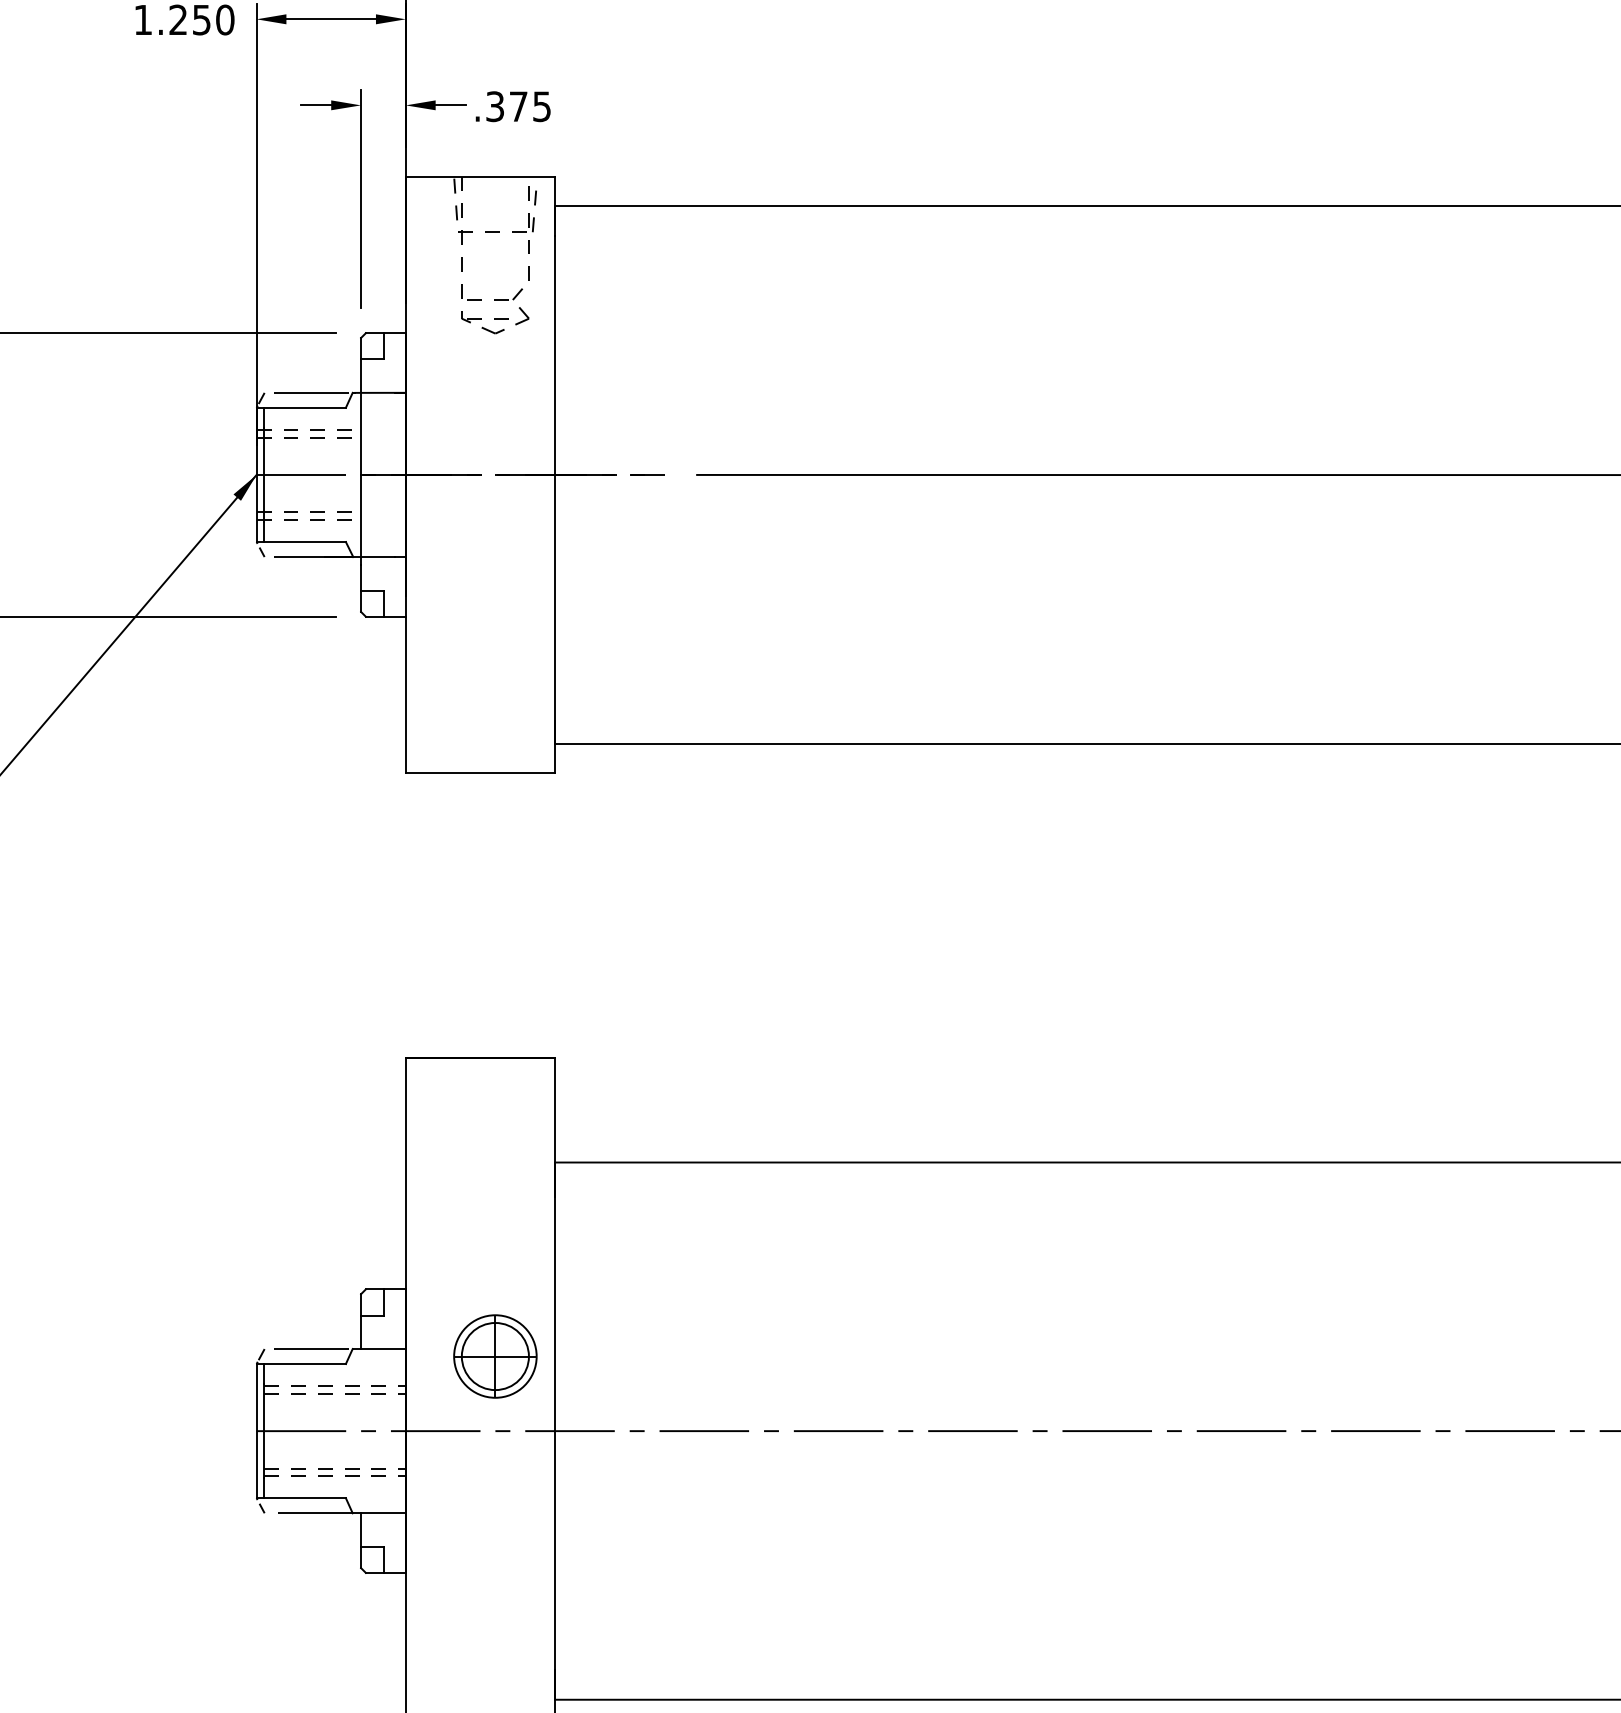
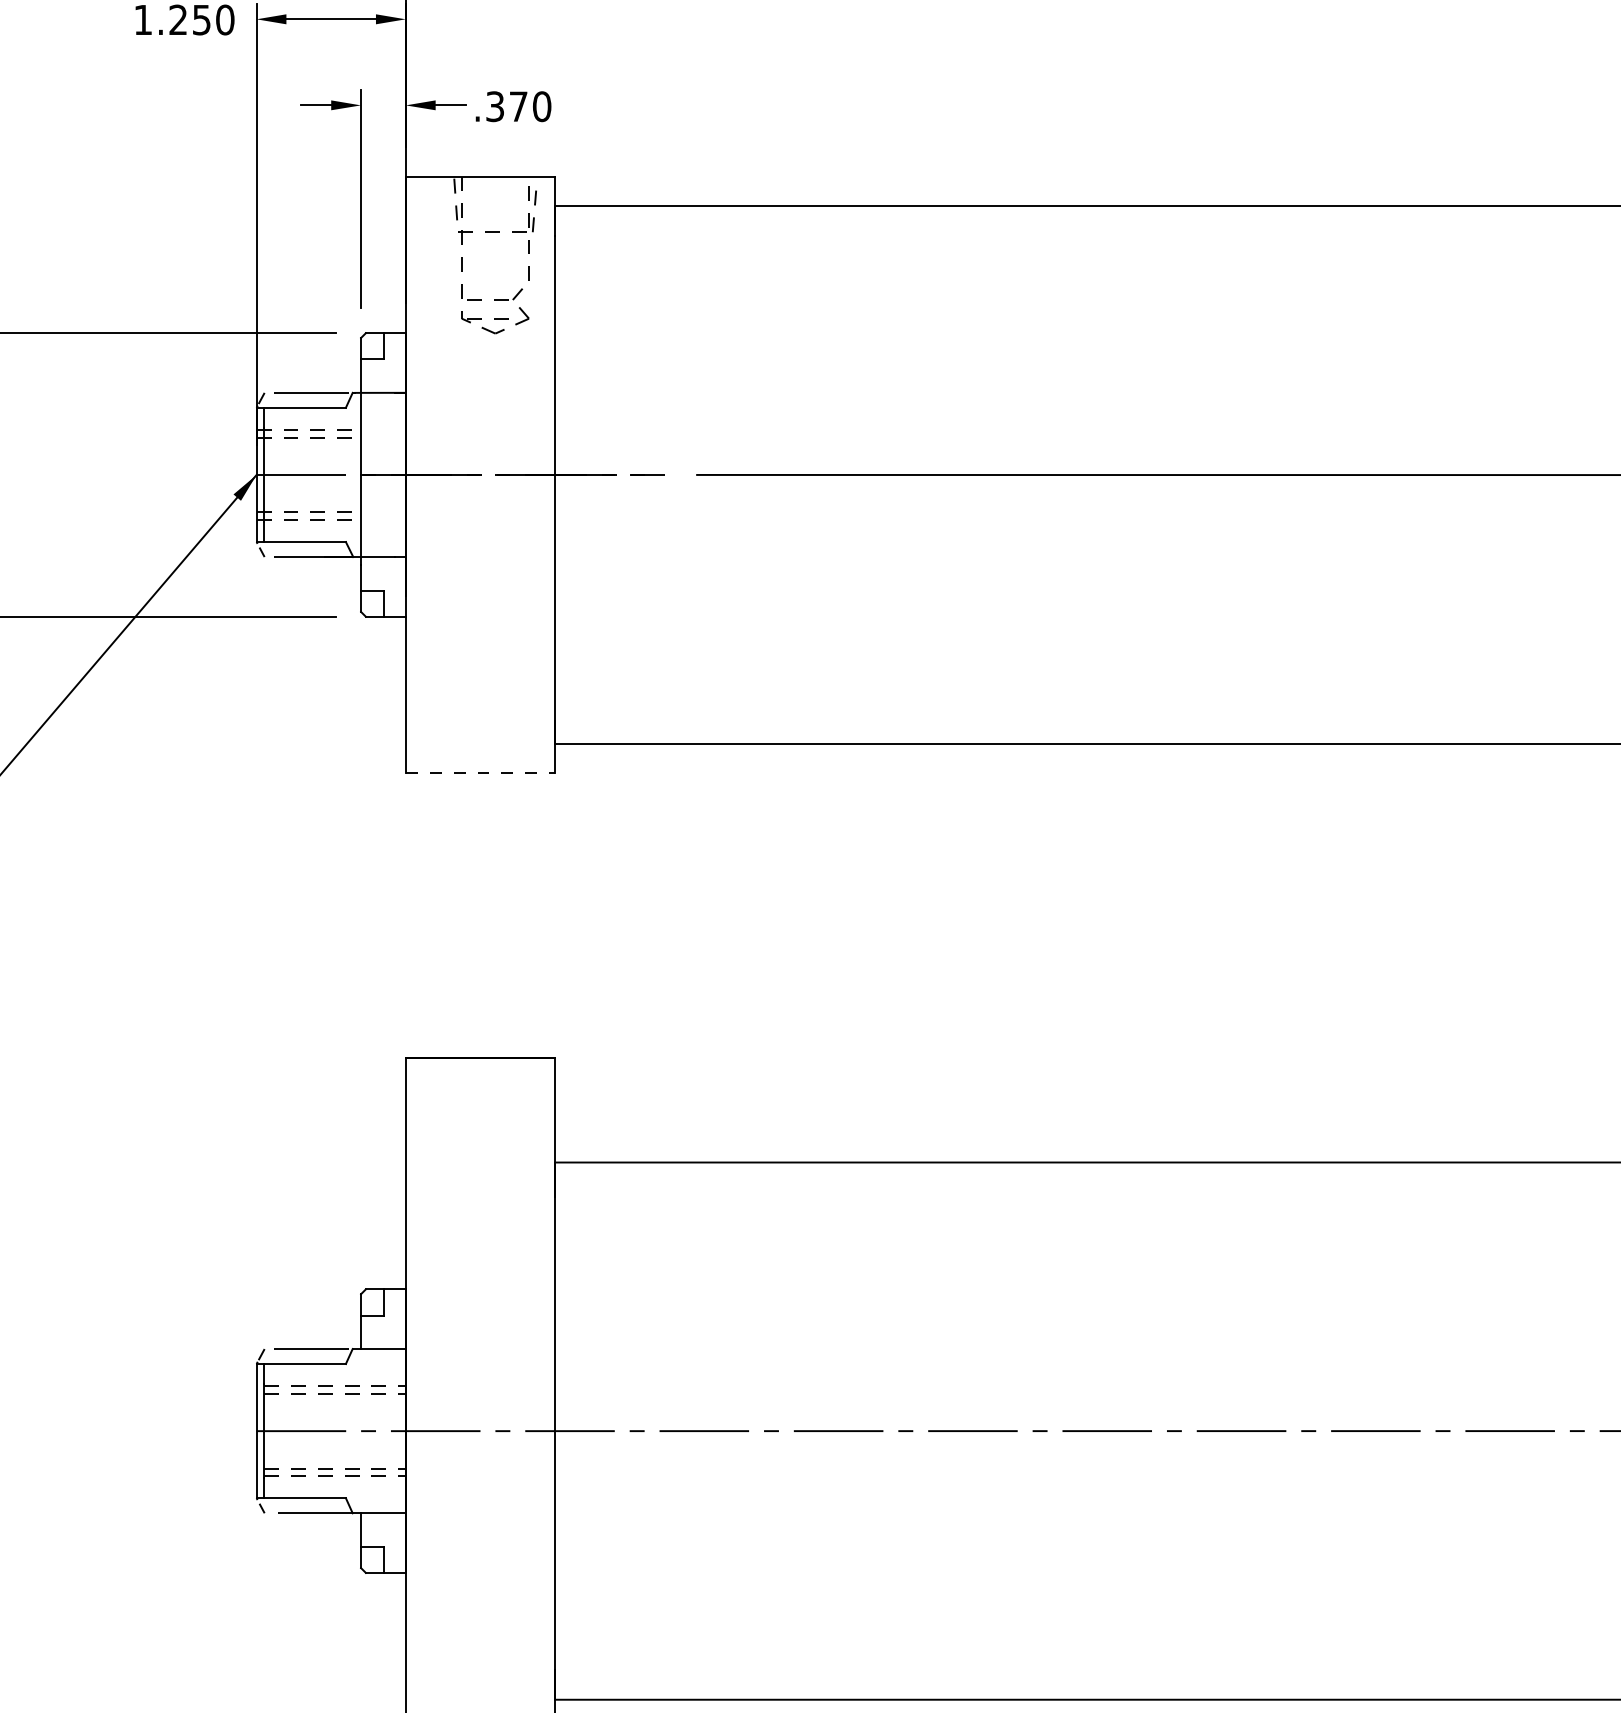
text at (542, 106): .375 -> .370
line at (480, 773): solid -> dashed
part at (495, 1356): present -> none
